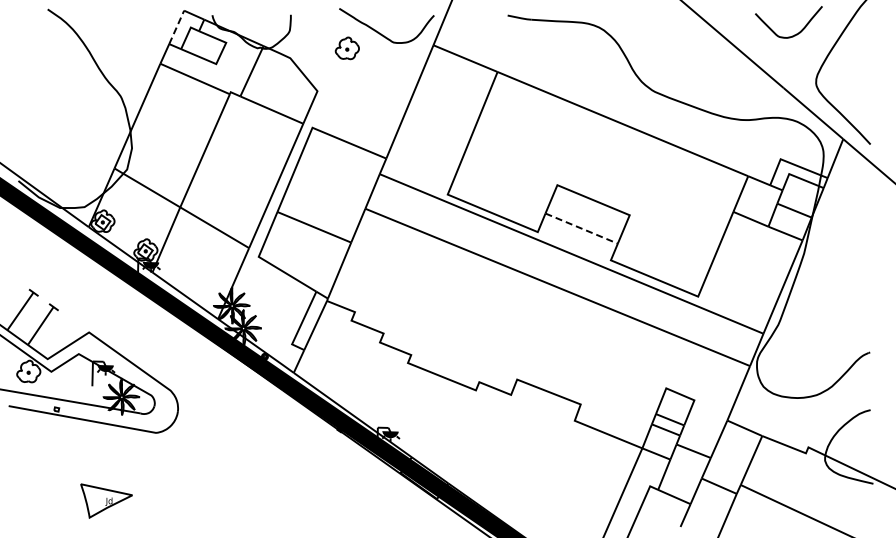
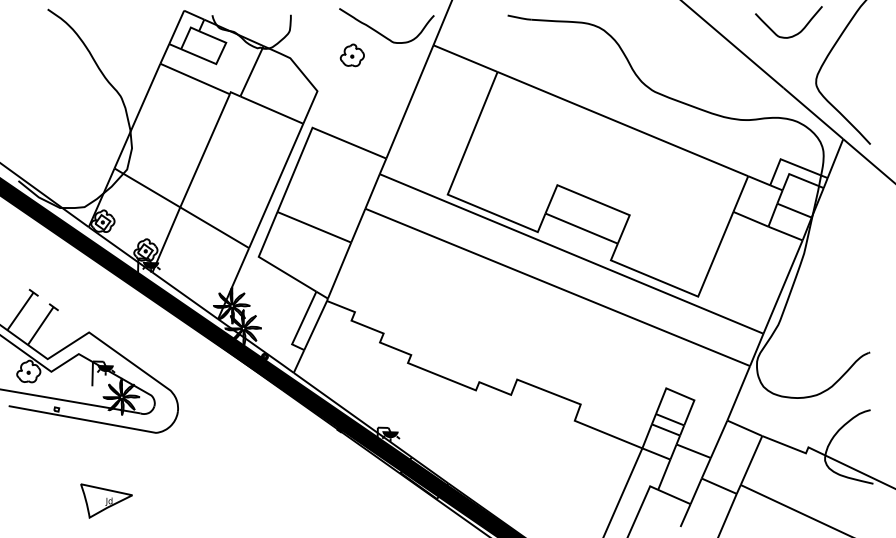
line at (176, 26): dashed -> solid
part at (346, 48) position: (346, 48) -> (351, 55)
line at (582, 228): dashed -> solid
